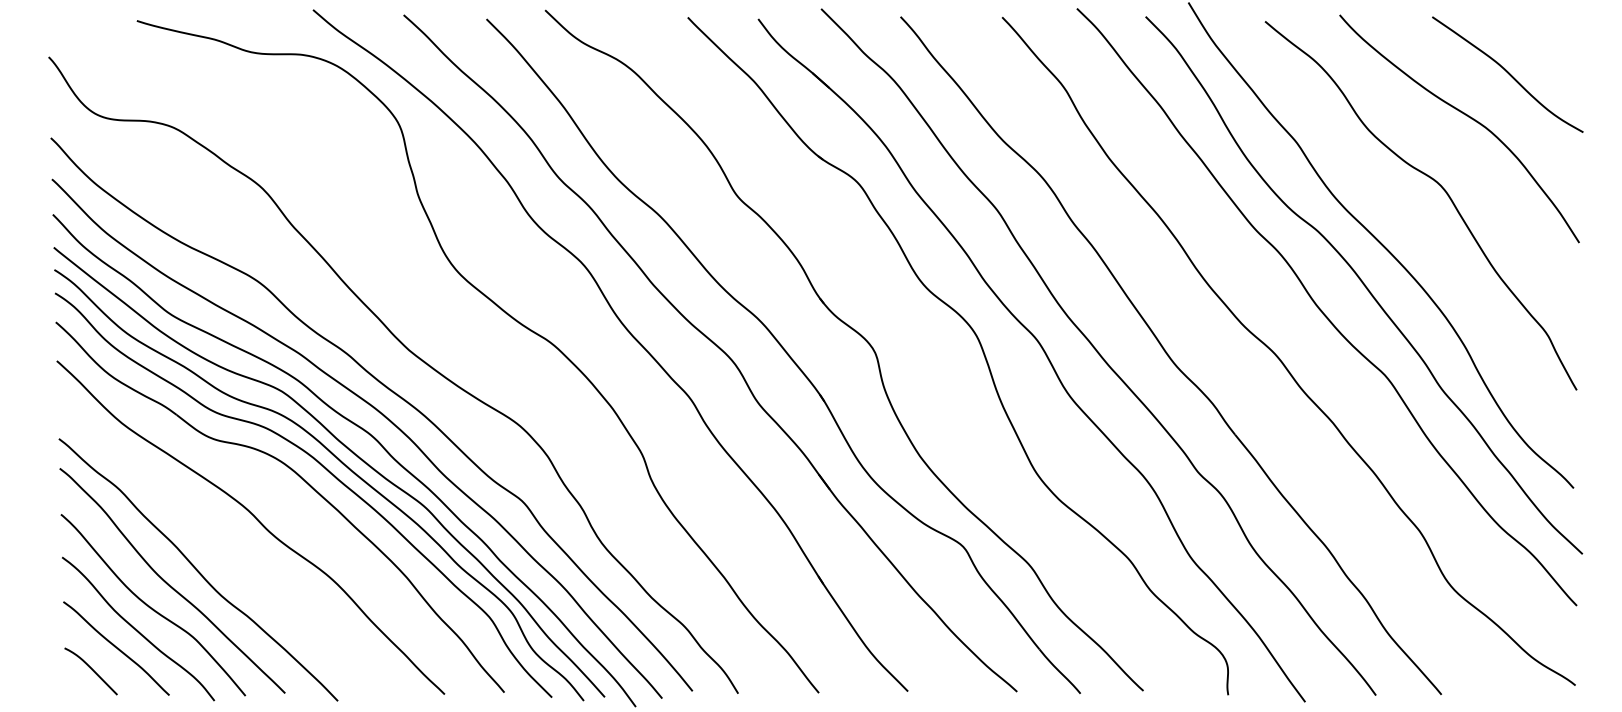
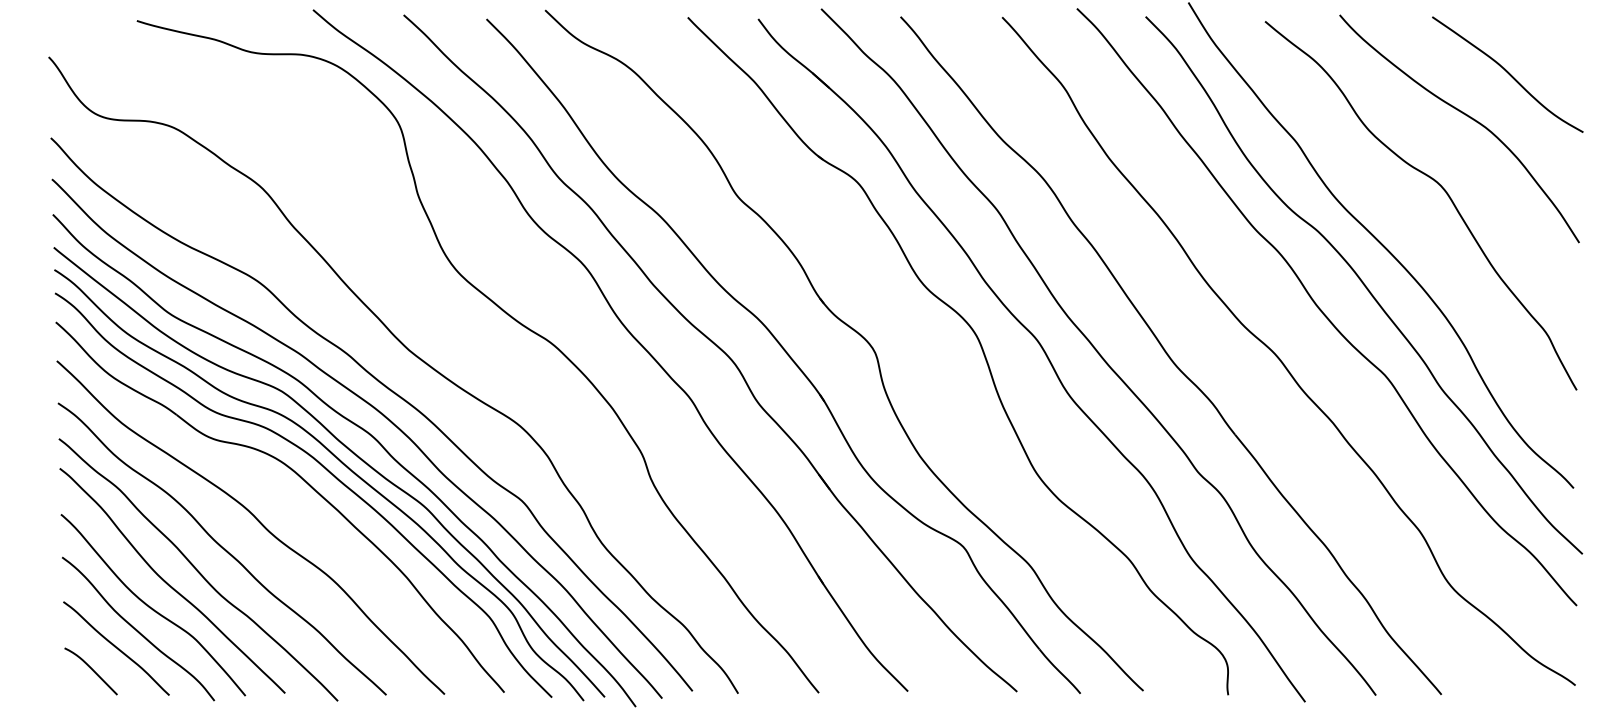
curve at (221, 548): none -> present
